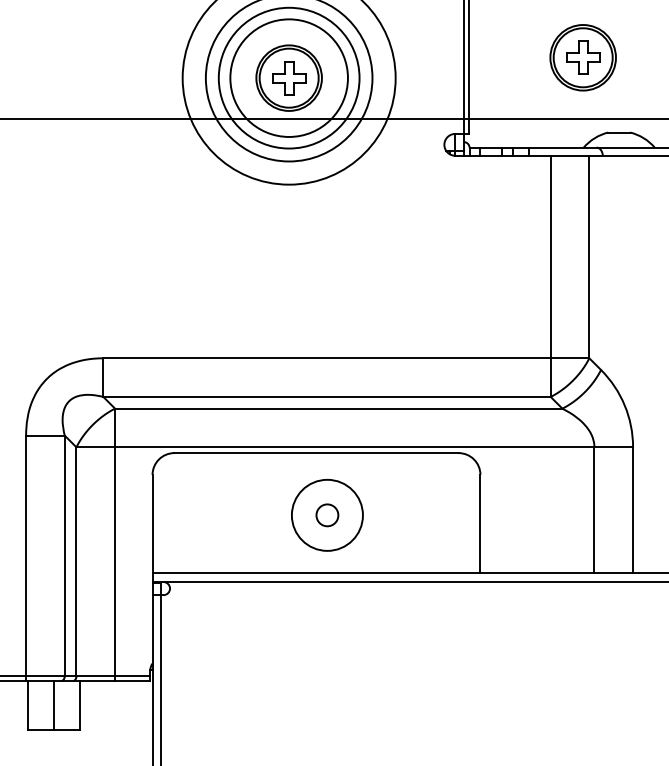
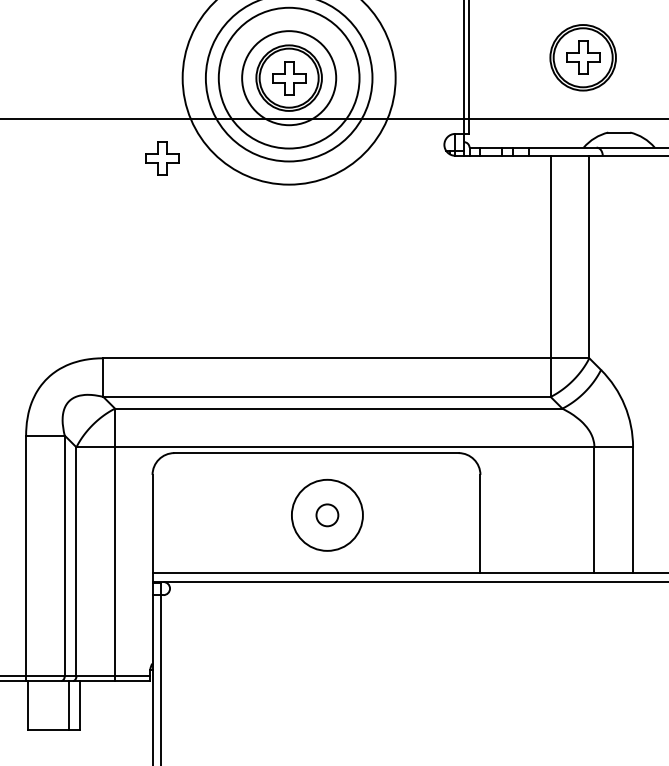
circle at (288, 77) diameter: 118 px -> 94 px
part at (162, 158): none -> present
line at (54, 705) position: (54, 705) -> (69, 705)
